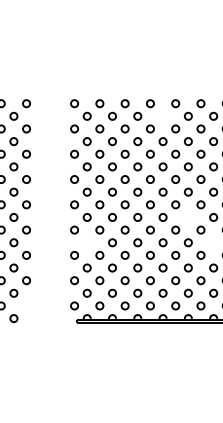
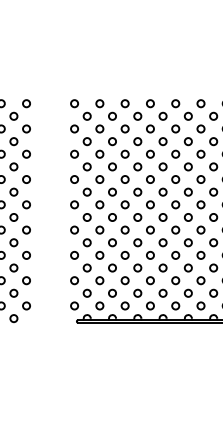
circle at (162, 115): none -> present
circle at (187, 217): none -> present
circle at (86, 242): none -> present
circle at (213, 242): none -> present
circle at (26, 305): none -> present
